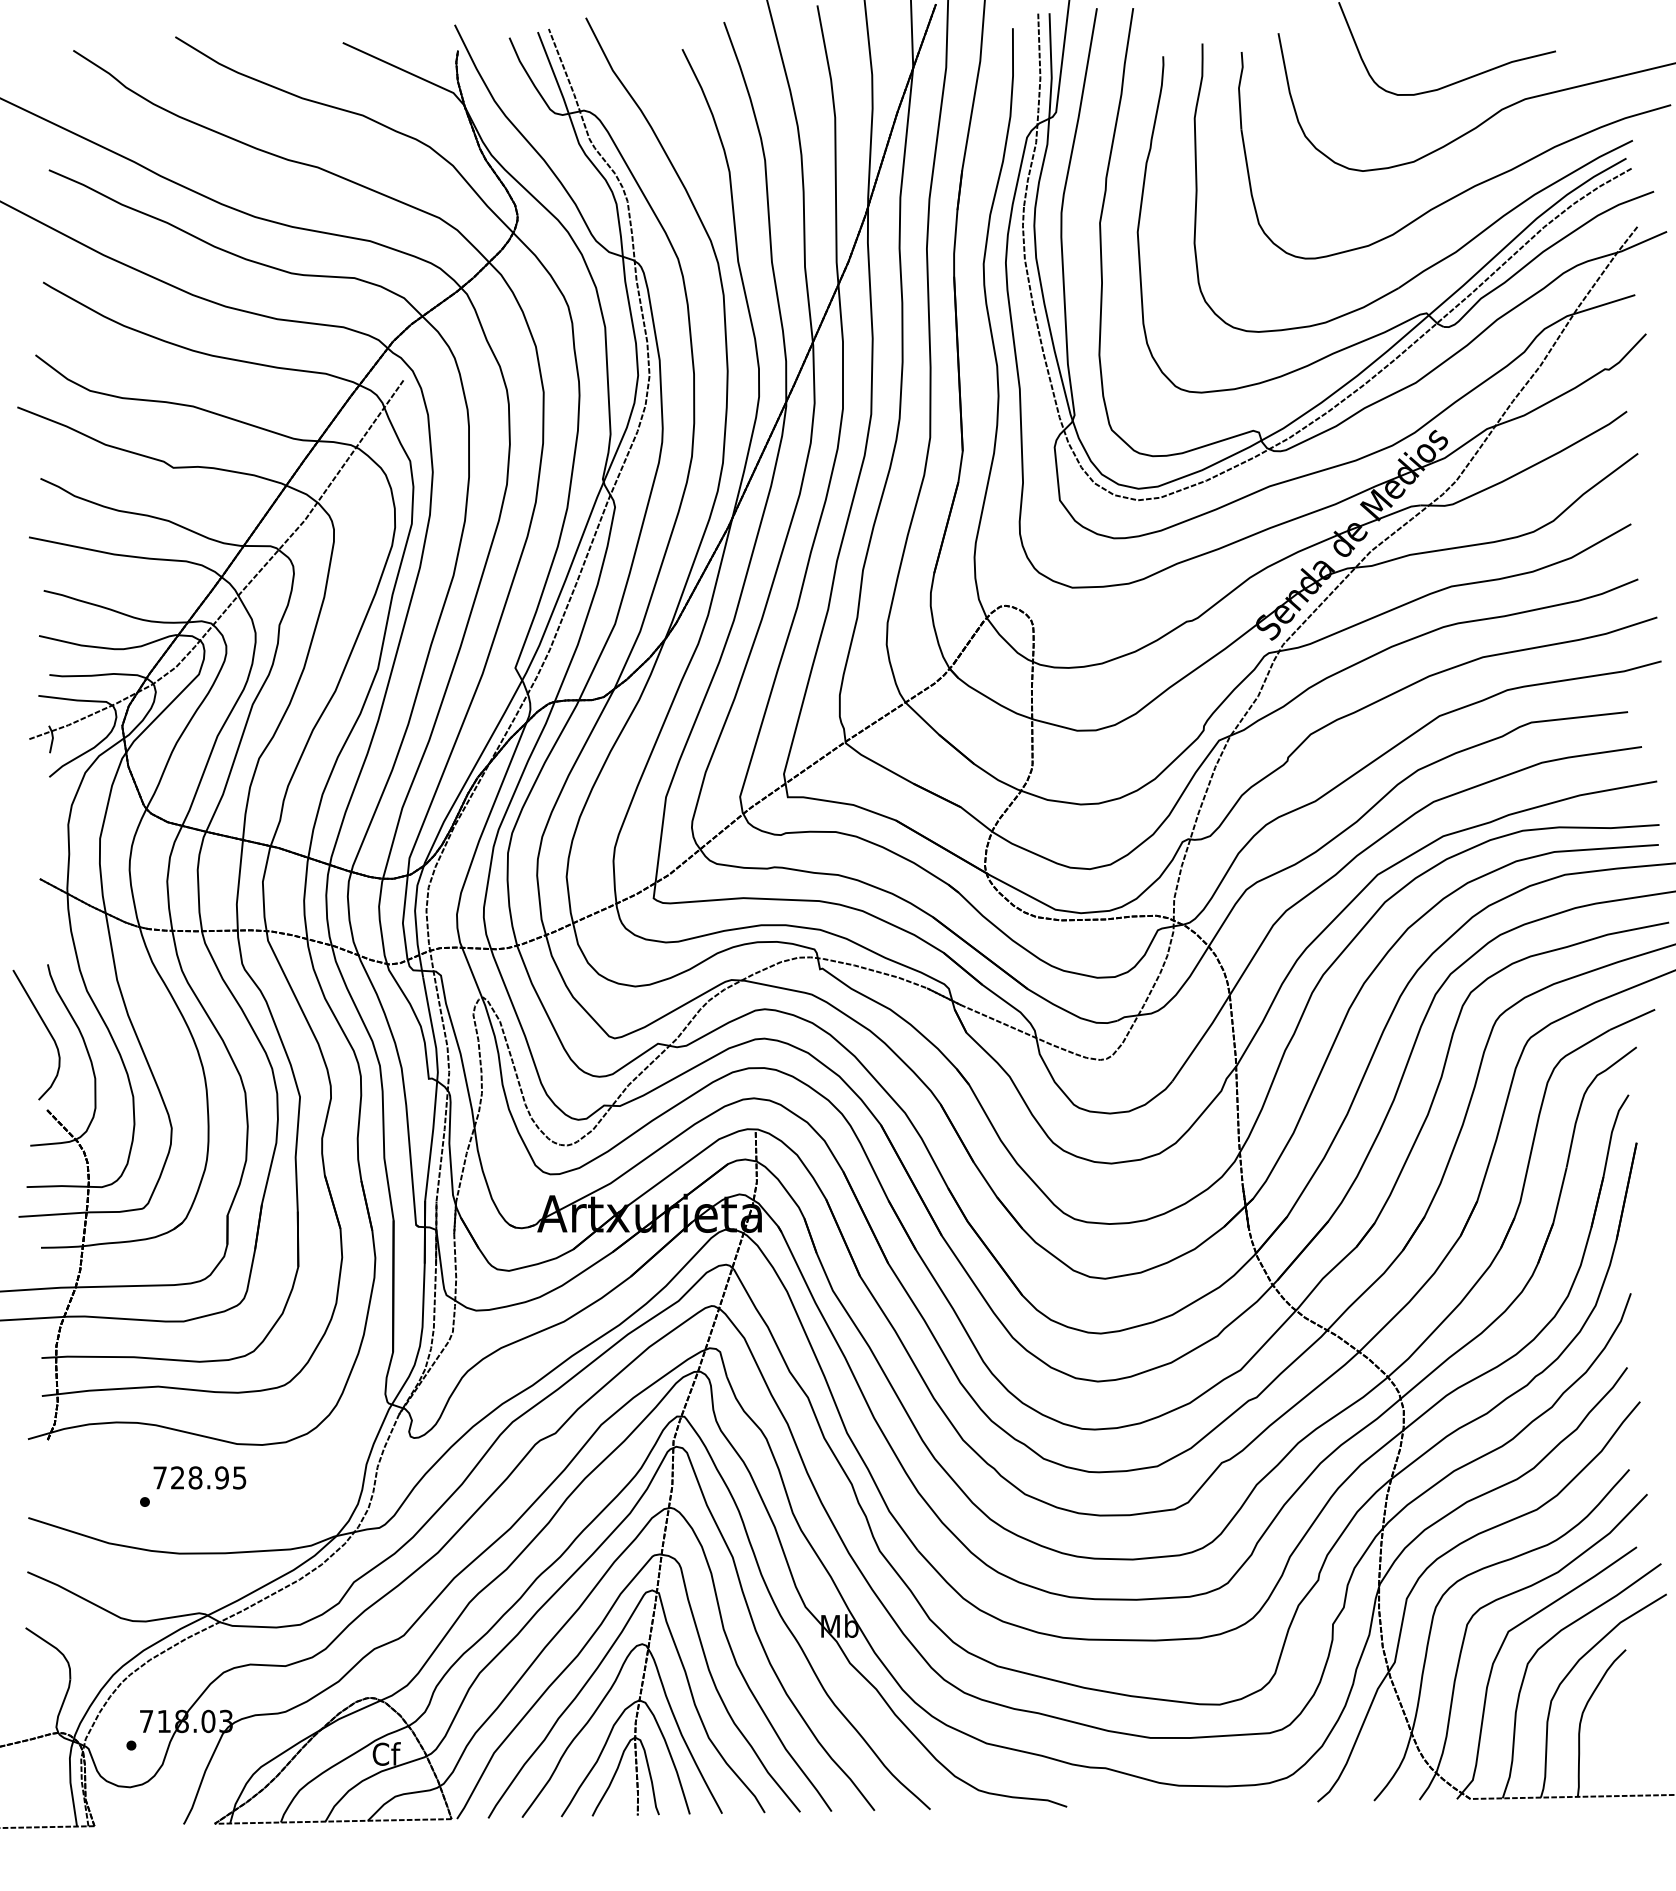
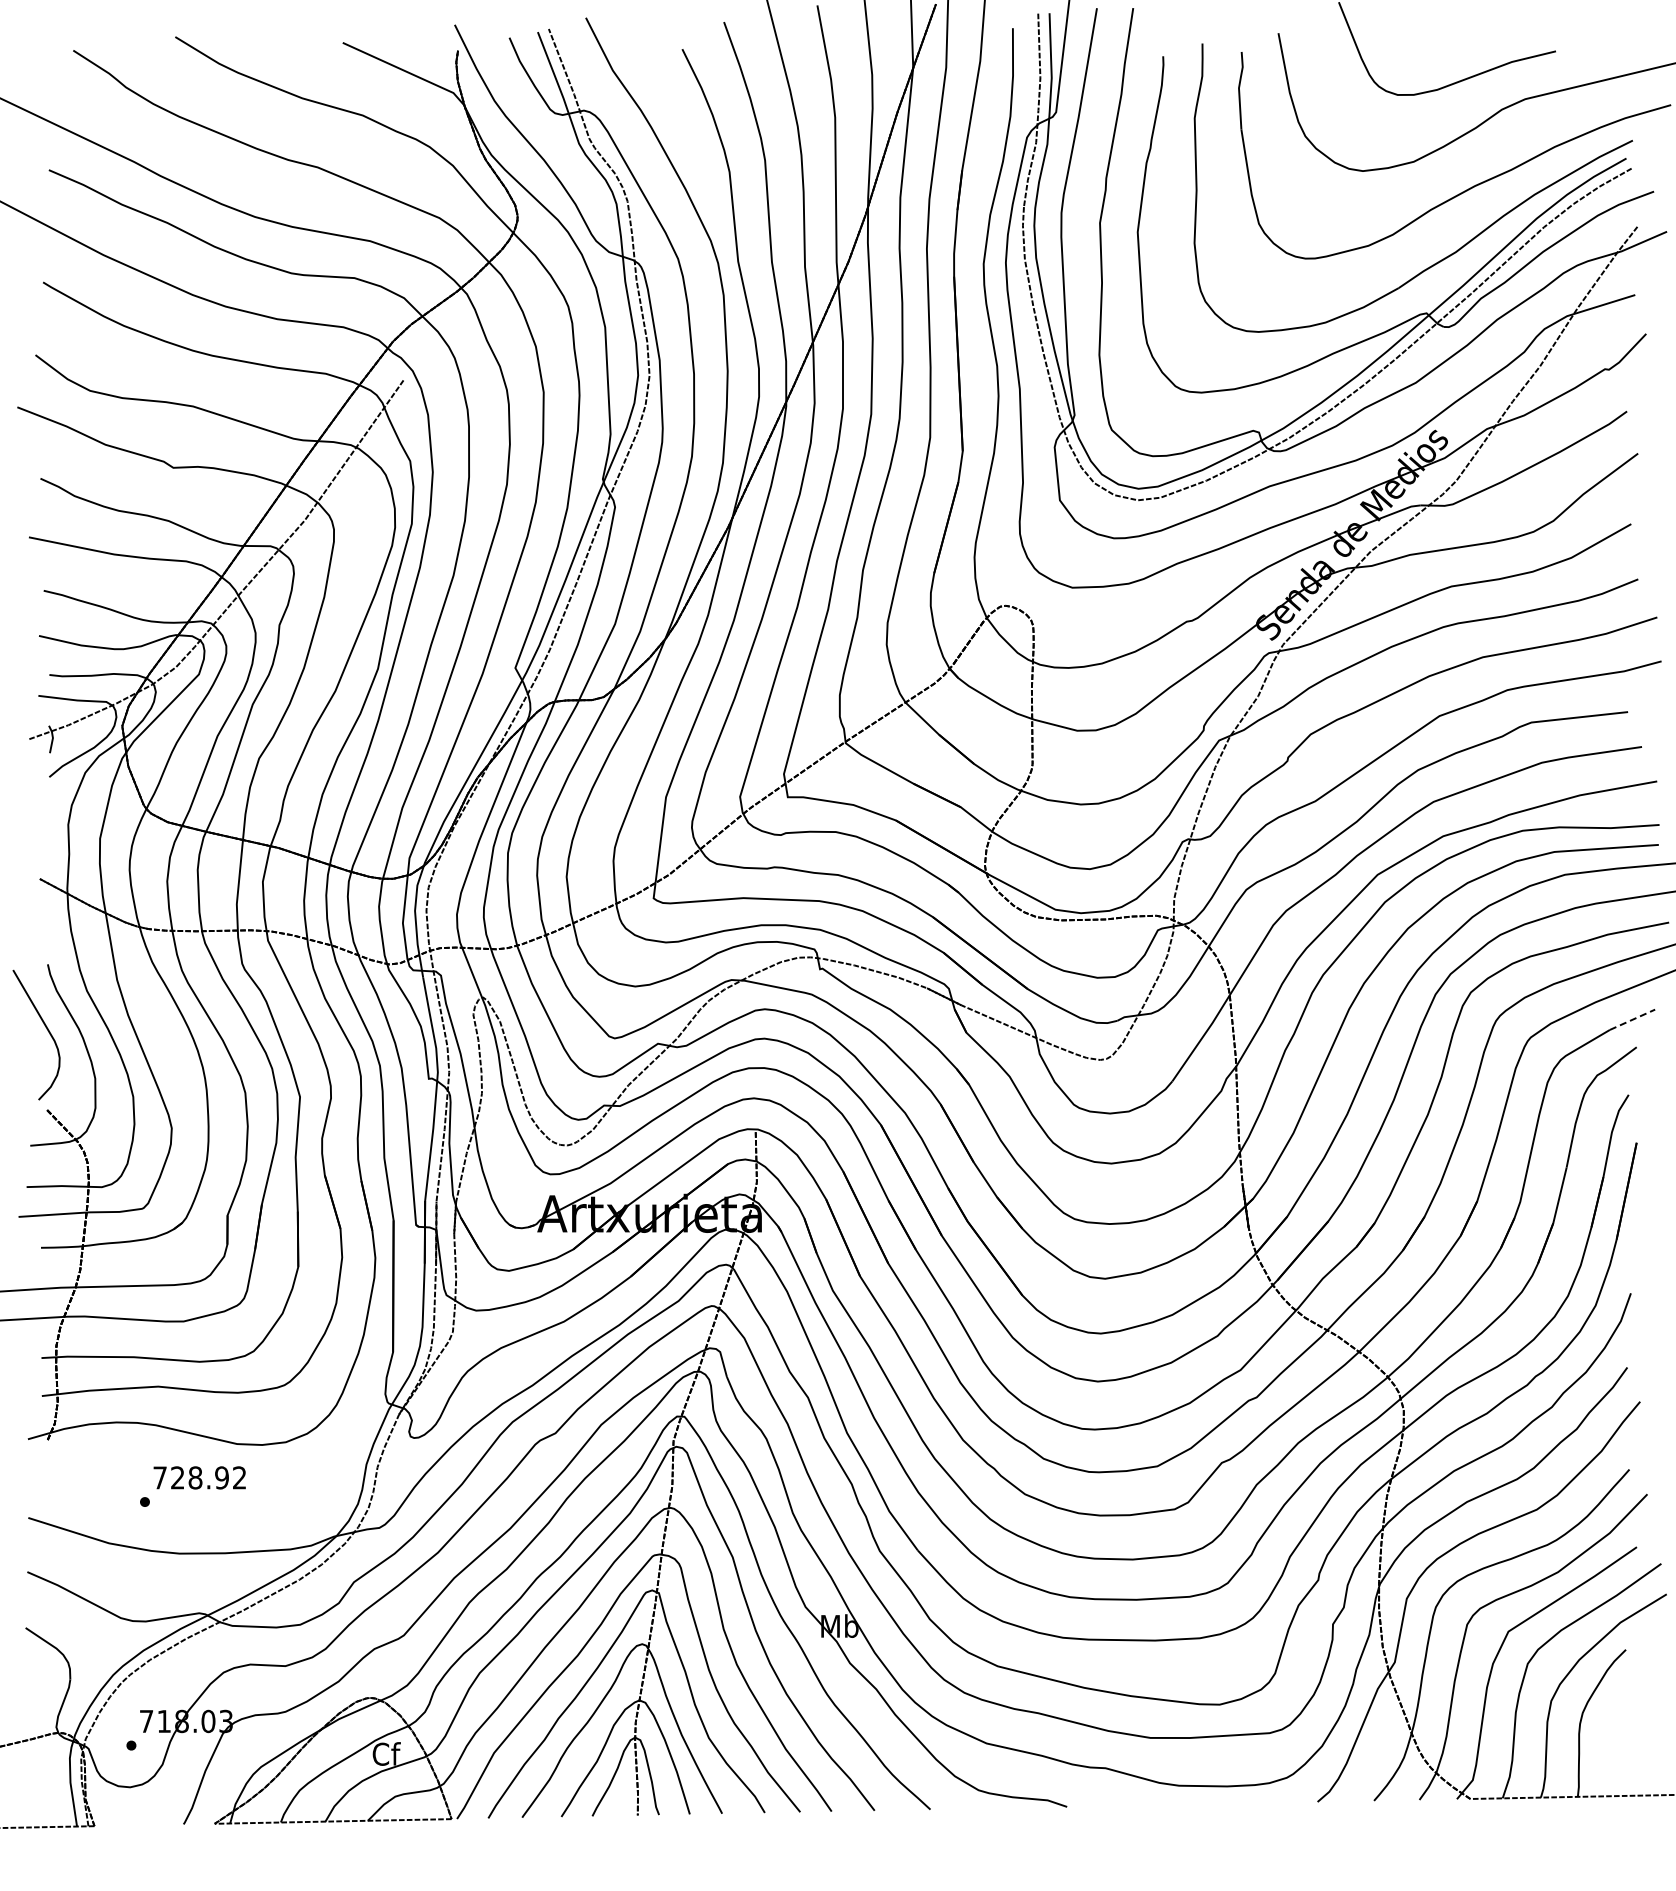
line at (1632, 1019): solid -> dashed
text at (239, 1477): 728.95 -> 728.92
